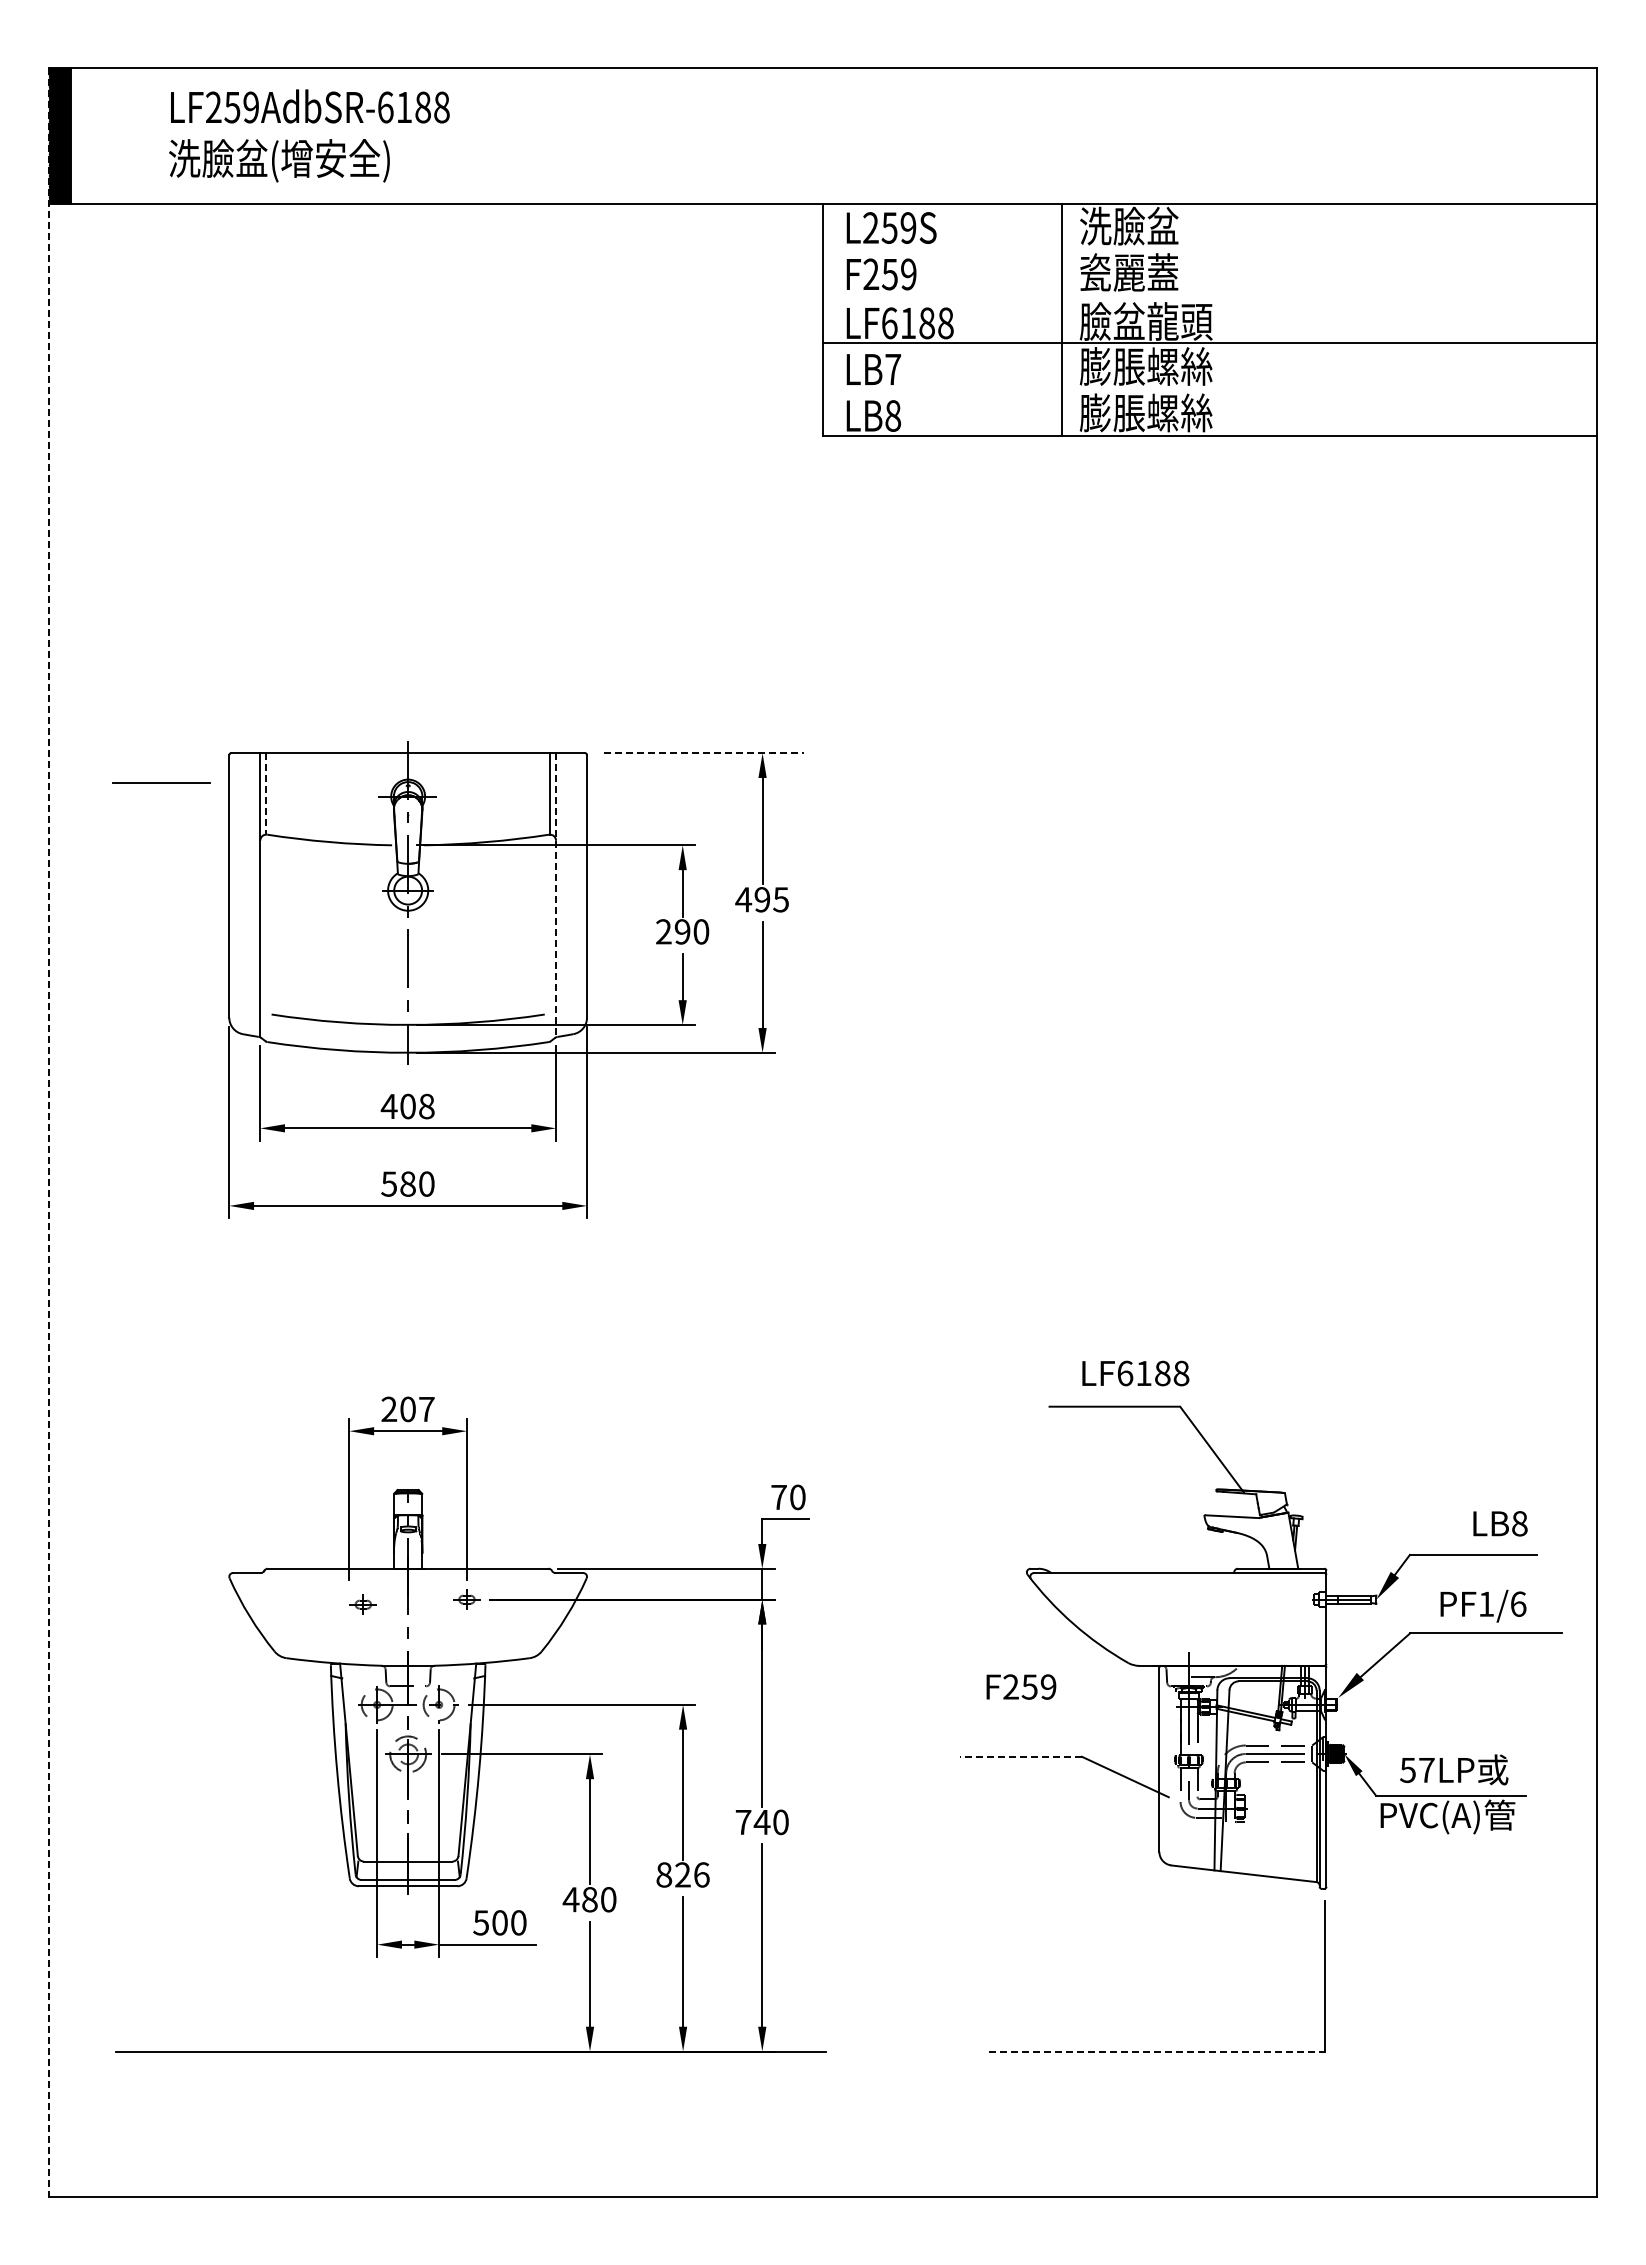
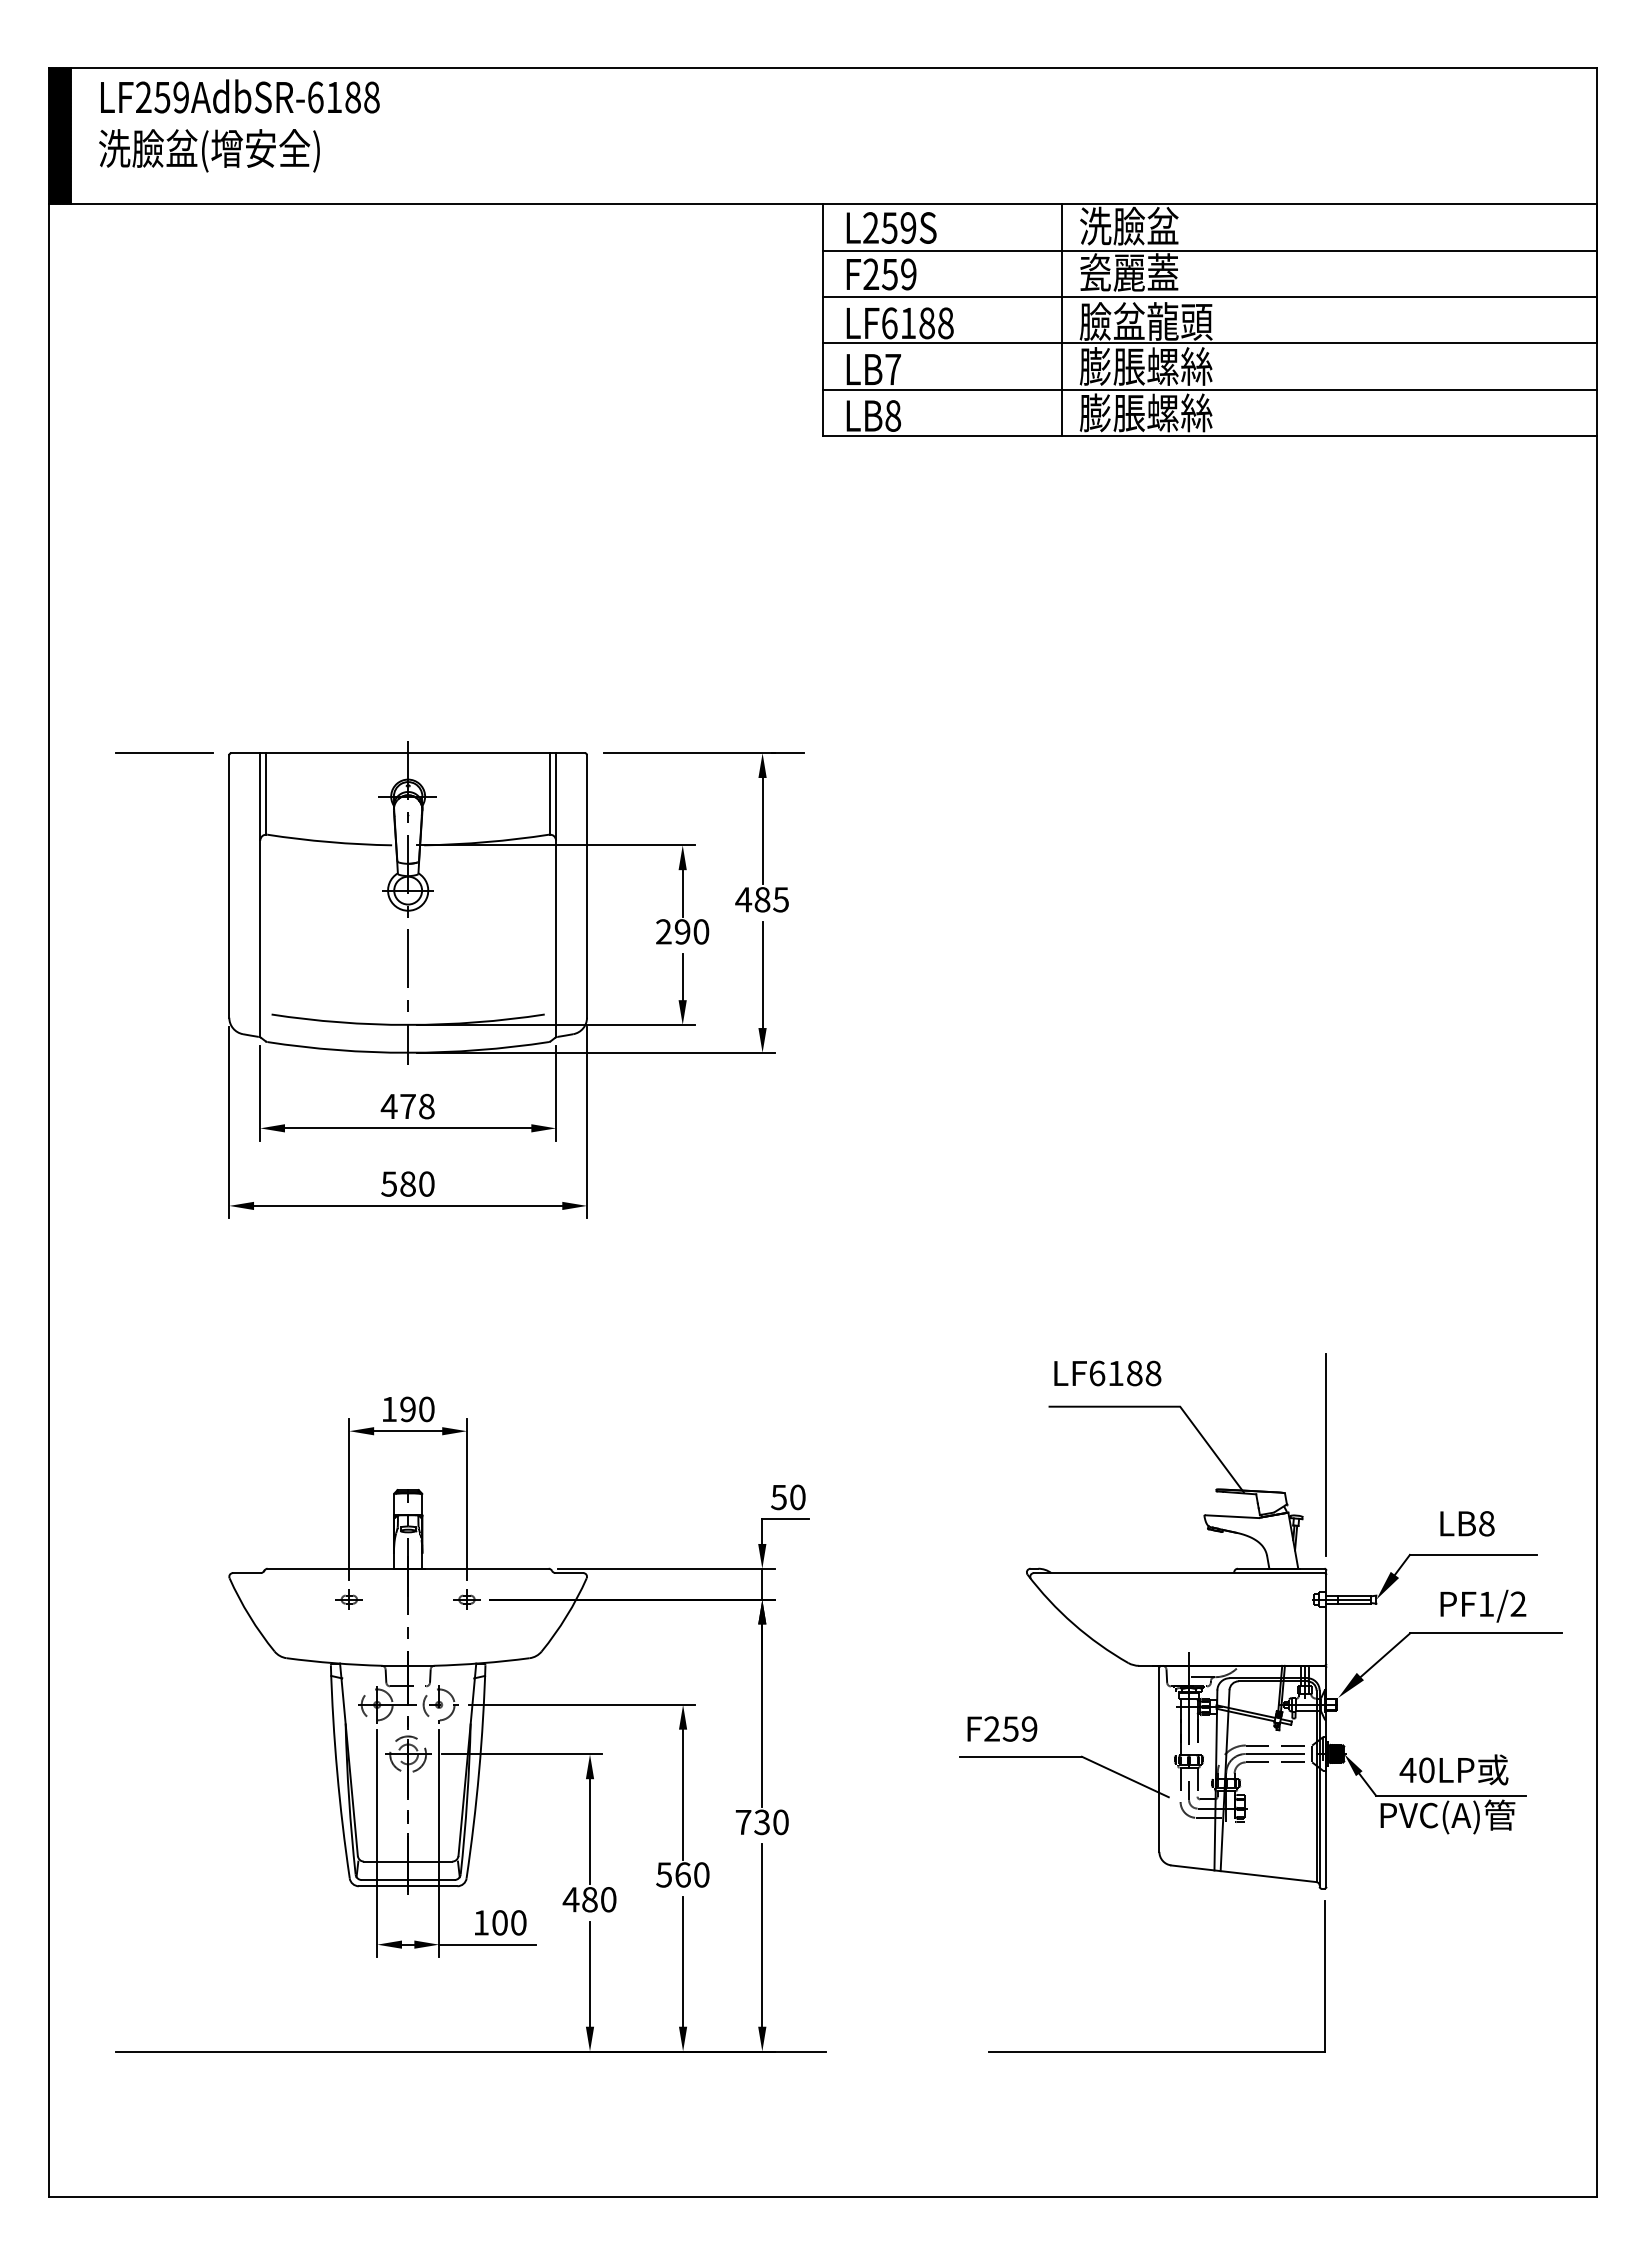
text at (309, 135) position: (309, 135) -> (239, 125)
line at (1209, 250): none -> present
line at (1209, 296): none -> present
line at (1209, 389): none -> present
line at (704, 753): dashed -> solid
line at (161, 782) position: (161, 782) -> (164, 752)
line at (266, 793): dashed -> solid
line at (556, 895): dashed -> solid
text at (762, 899): 495 -> 485
text at (407, 1106): 408 -> 478
line at (49, 1132): dashed -> solid
text at (1135, 1373) position: (1135, 1373) -> (1107, 1373)
text at (407, 1409): 207 -> 190
line at (1326, 1455): none -> present
text at (778, 1497): 70 -> 50
text at (1500, 1523) position: (1500, 1523) -> (1467, 1523)
text at (1518, 1603): PF1/6 -> PF1/2
part at (362, 1604) position: (362, 1604) -> (348, 1599)
text at (1021, 1686) position: (1021, 1686) -> (1002, 1728)
line at (1020, 1756): dashed -> solid
text at (1416, 1770): 57LP -> 40LP
text at (761, 1822): 740 -> 730
text at (682, 1874): 826 -> 560
text at (480, 1922): 500 -> 100
line at (1156, 2051): dashed -> solid
